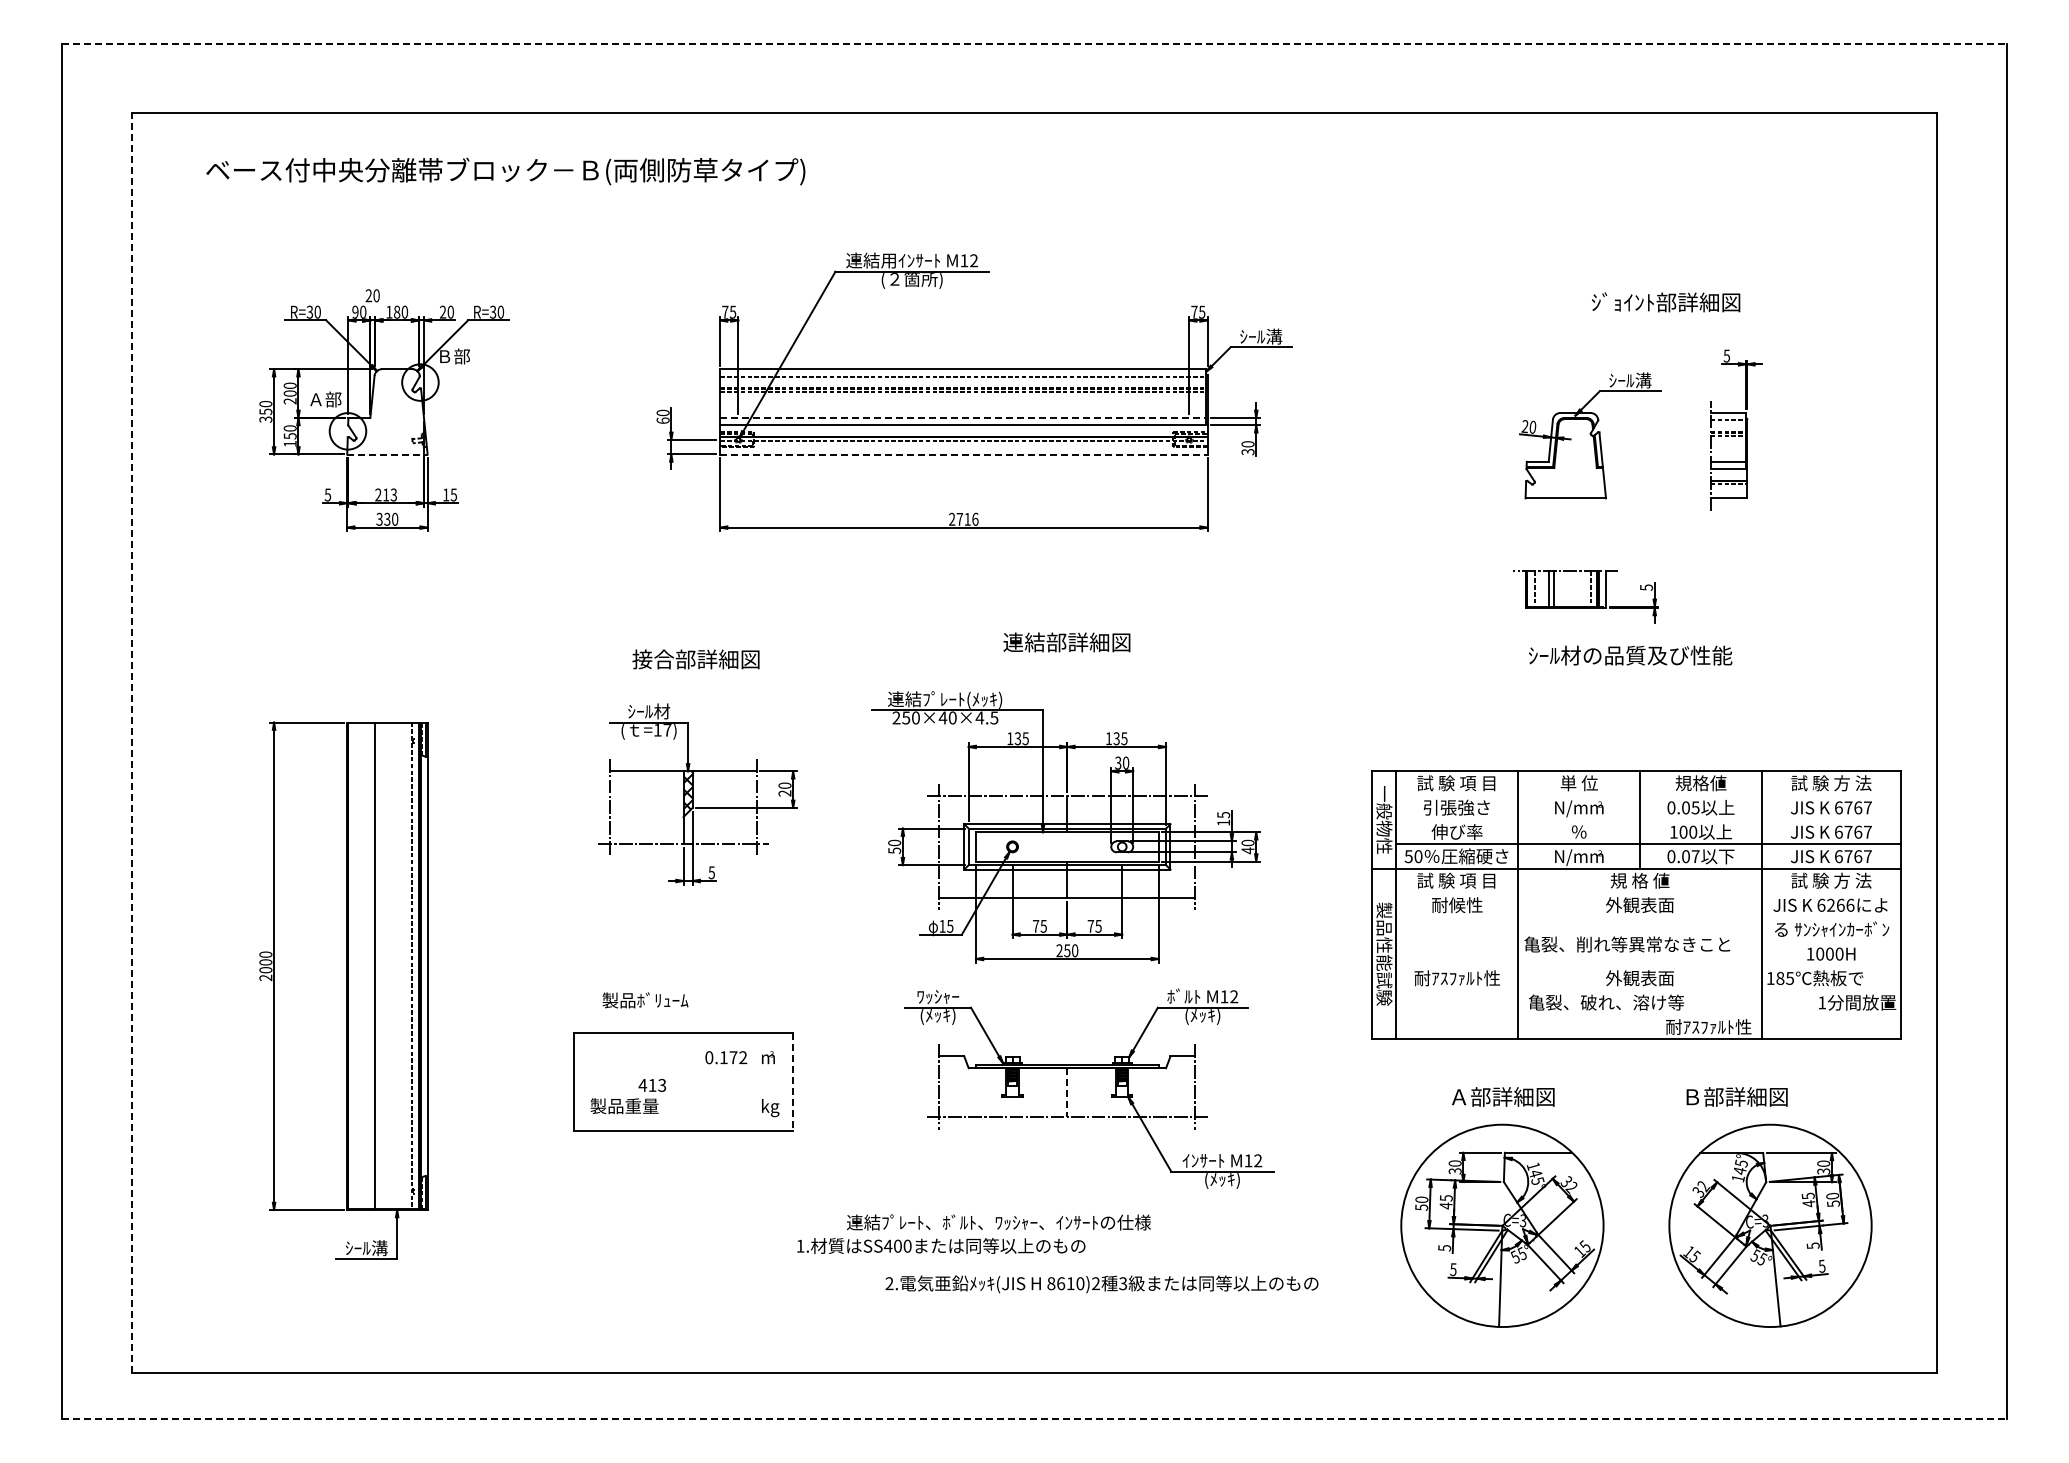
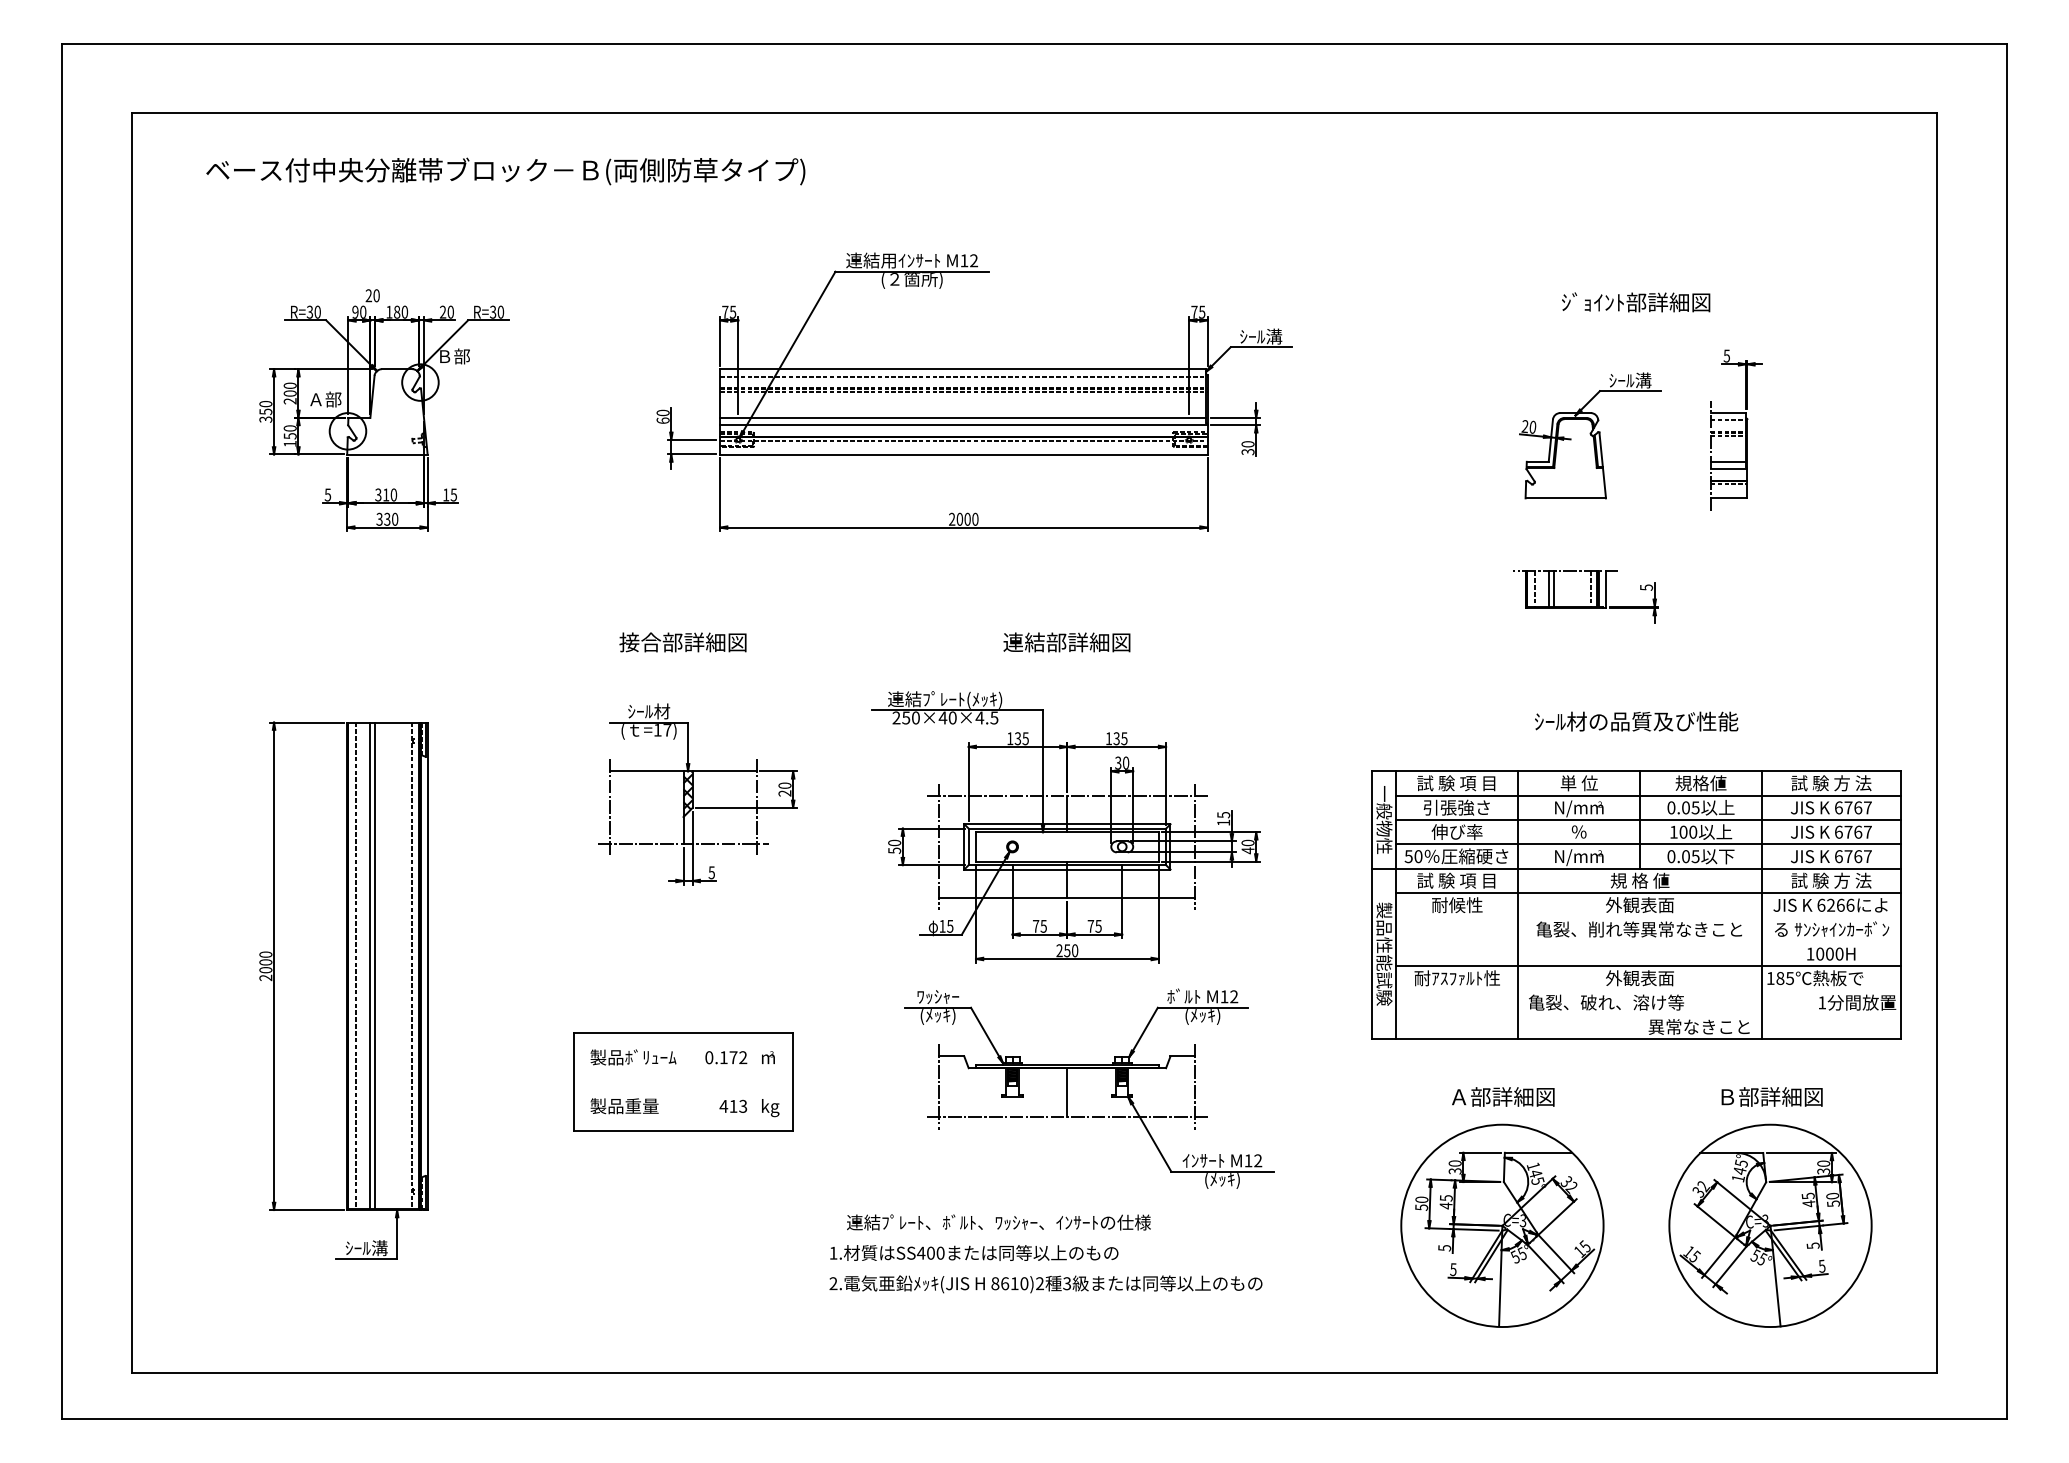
line at (1035, 43): dashed -> solid
text at (1666, 302) position: (1666, 302) -> (1636, 302)
line at (963, 417): dashed -> solid
line at (387, 454): dashed -> solid
line at (963, 454): dashed -> solid
text at (386, 494): 213 -> 310
text at (967, 518): 2716 -> 2000
text at (1630, 655) position: (1630, 655) -> (1636, 721)
text at (695, 659) position: (695, 659) -> (682, 642)
line at (131, 743): dashed -> solid
line at (1648, 795): none -> present
line at (1648, 820): none -> present
text at (1695, 856): 0.07 -> 0.05
line at (1648, 893): none -> present
text at (1626, 944) position: (1626, 944) -> (1638, 929)
line at (370, 965): none -> present
line at (356, 966): none -> present
line at (1648, 966): none -> present
text at (645, 1000) position: (645, 1000) -> (633, 1057)
text at (1699, 1026): 耐ｱｽﾌｧﾙﾄ性 -> 異常なきこと
line at (793, 1082): dashed -> solid
text at (652, 1084) position: (652, 1084) -> (733, 1105)
line at (1067, 1092): dashed -> solid
text at (1736, 1096) position: (1736, 1096) -> (1771, 1096)
text at (941, 1245) position: (941, 1245) -> (974, 1252)
text at (1101, 1284) position: (1101, 1284) -> (1045, 1284)
line at (1035, 1419): dashed -> solid
